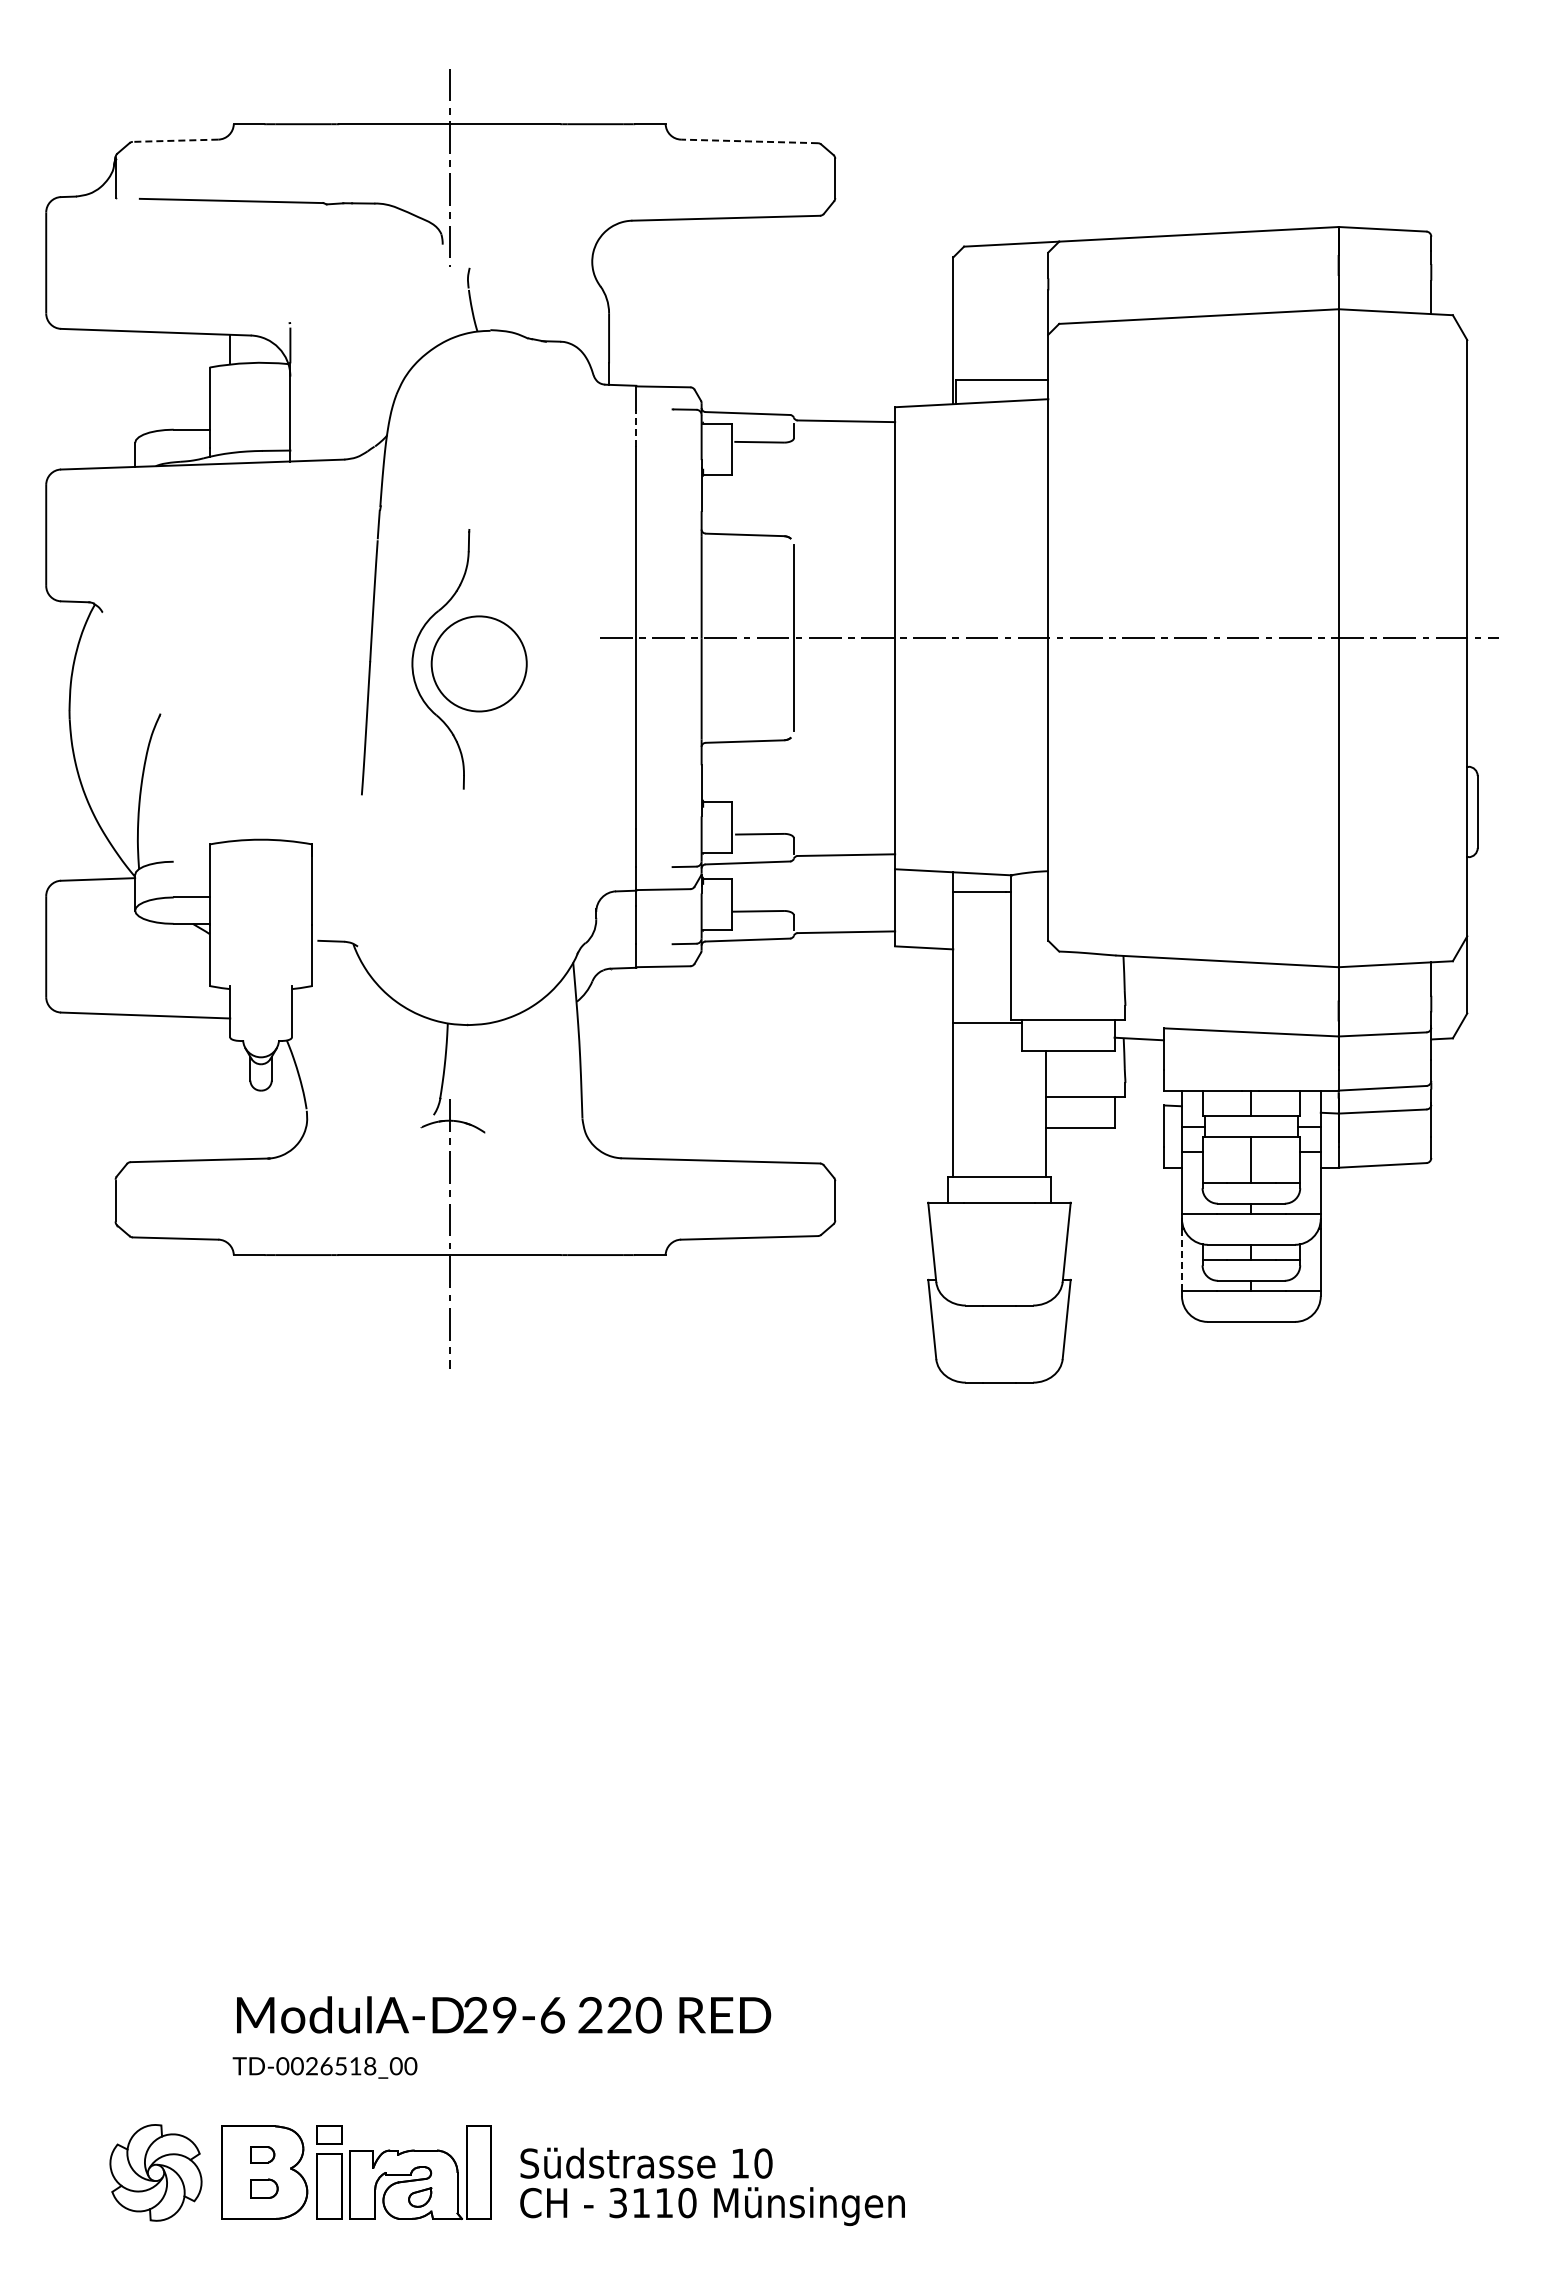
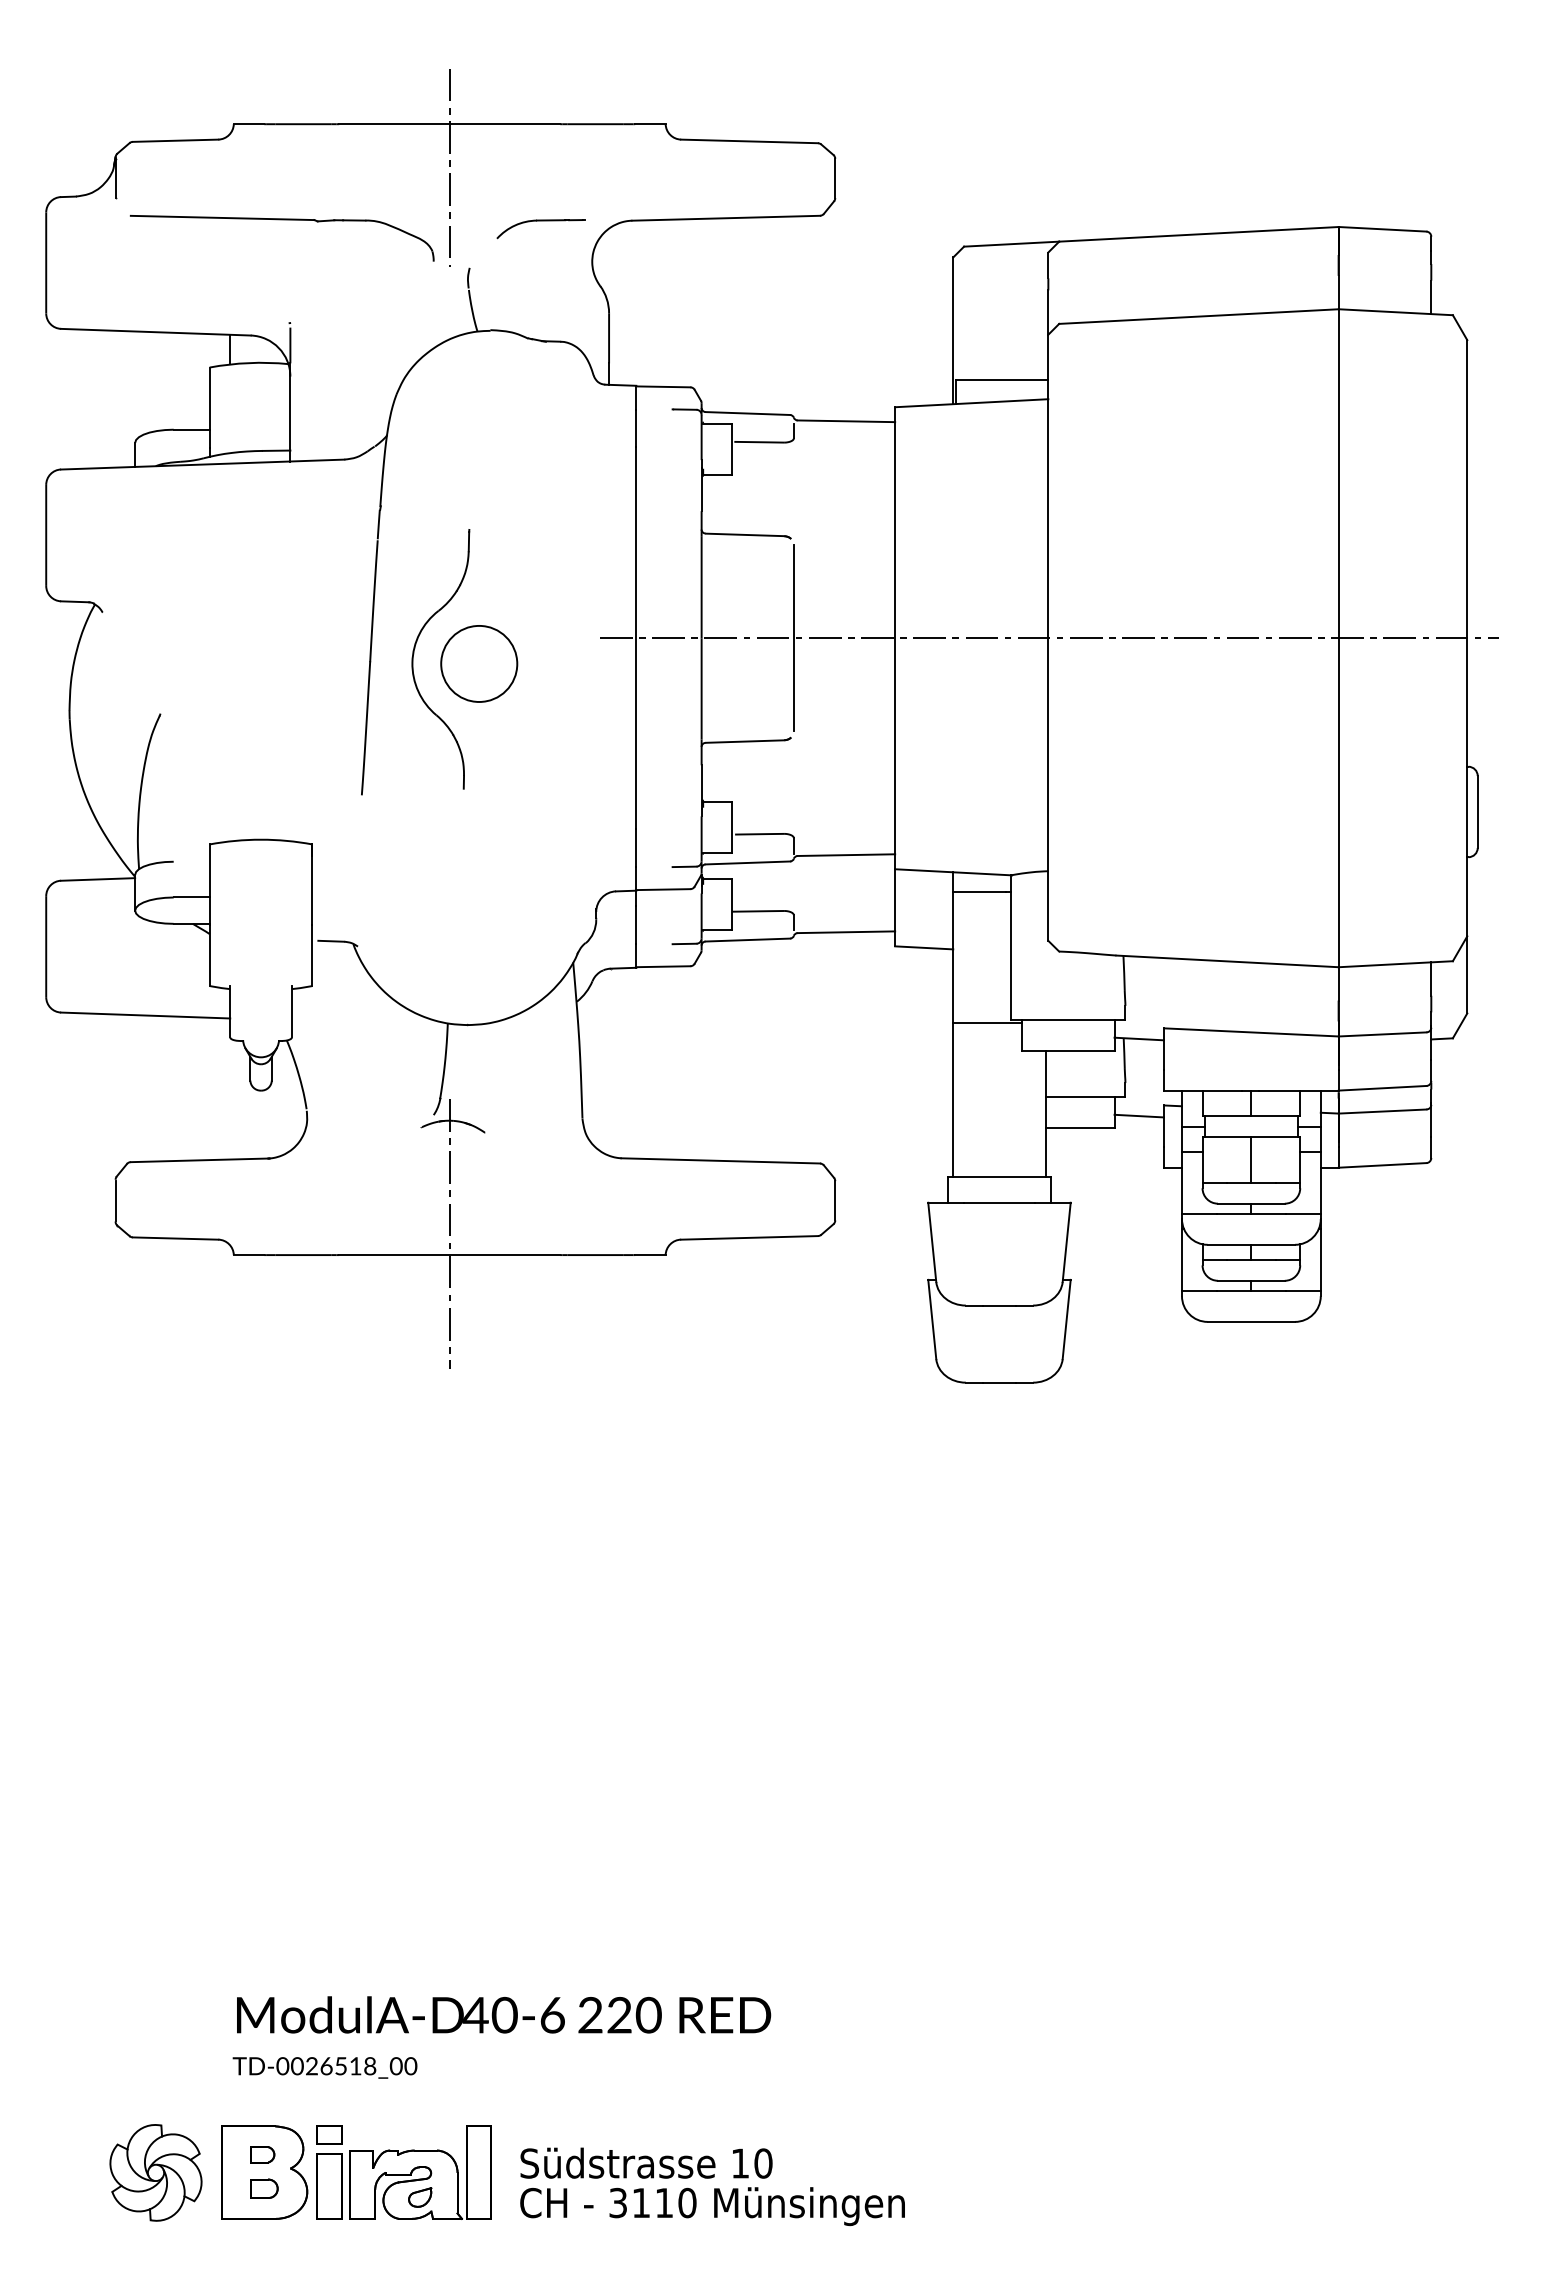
line at (175, 140): dashed -> solid
line at (749, 141): dashed -> solid
part at (291, 203) position: (291, 203) -> (282, 220)
part at (540, 221): none -> present
line at (636, 428): dashed -> solid
circle at (478, 663) diameter: 95 px -> 76 px
line at (1139, 1115): none -> present
line at (1181, 1260): dashed -> solid
text at (489, 2014): 29-6 -> 40-6
